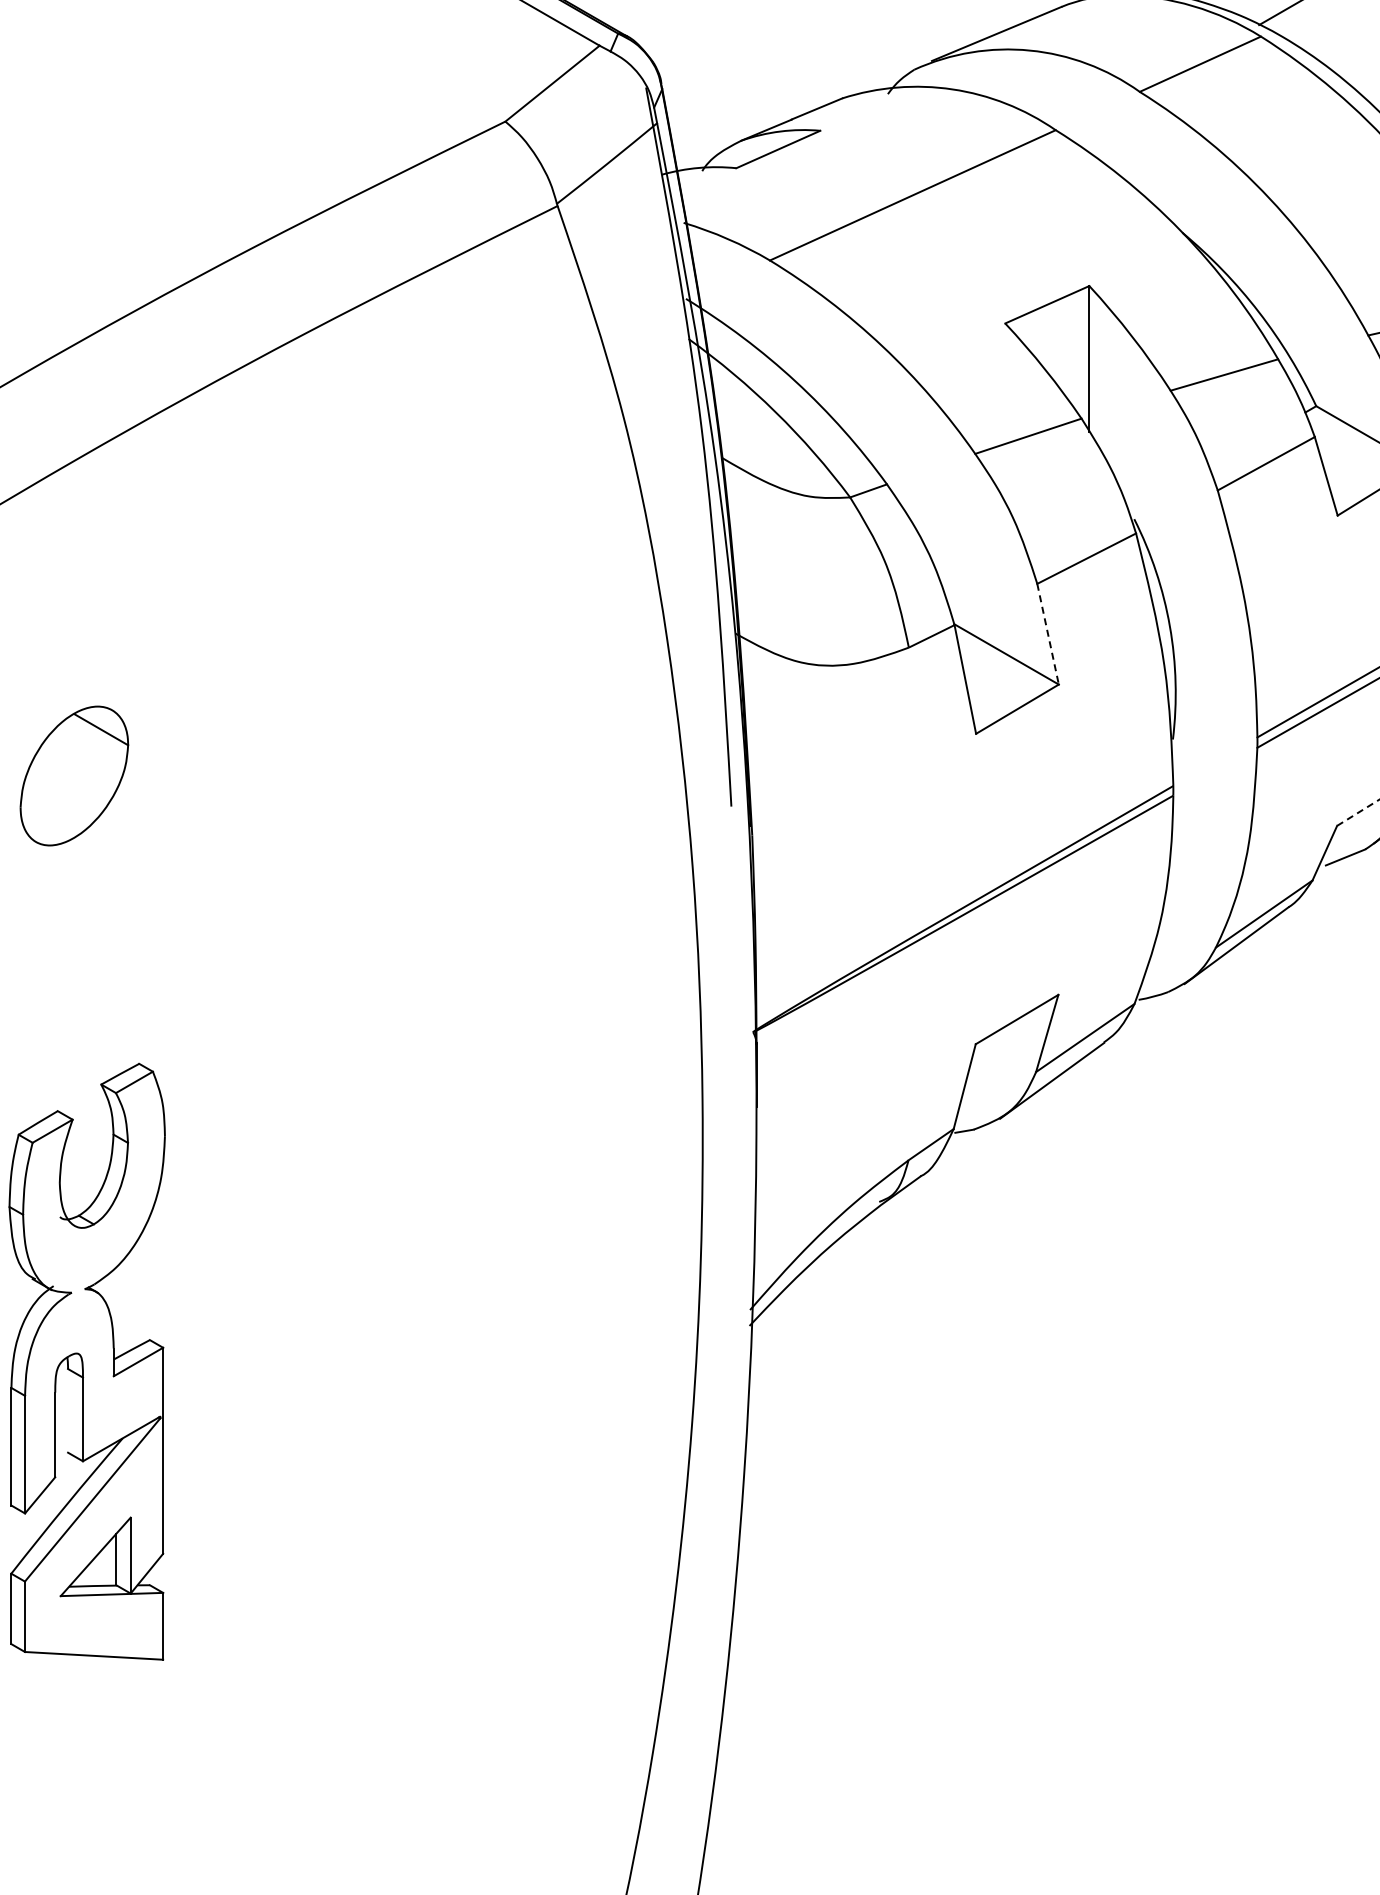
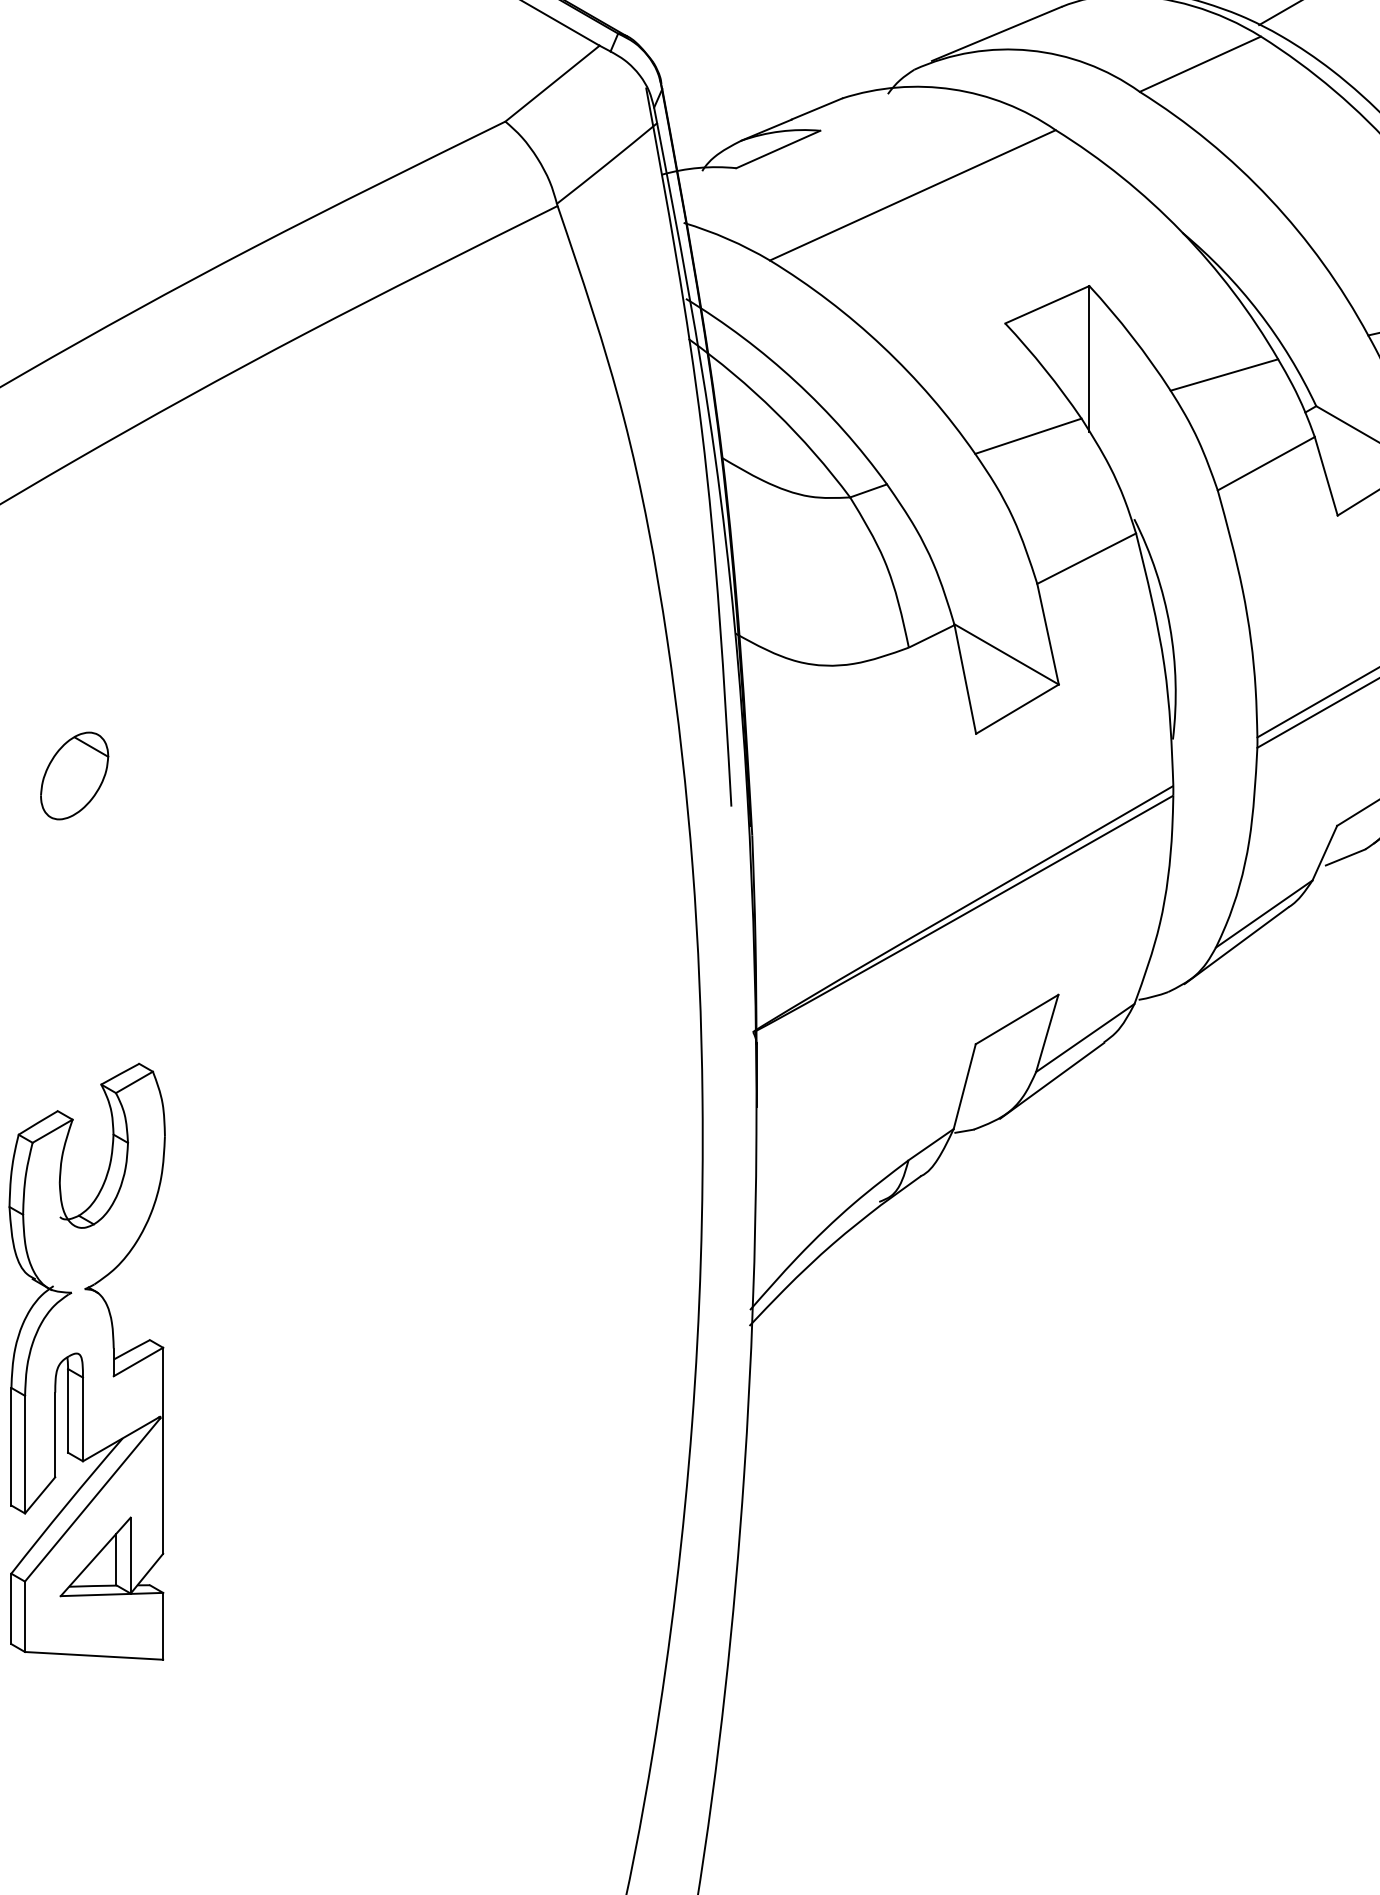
line at (1048, 634): dashed -> solid
part at (74, 775) size: 111x142 px -> 70x90 px
line at (1358, 812): dashed -> solid
line at (68, 1410): none -> present
